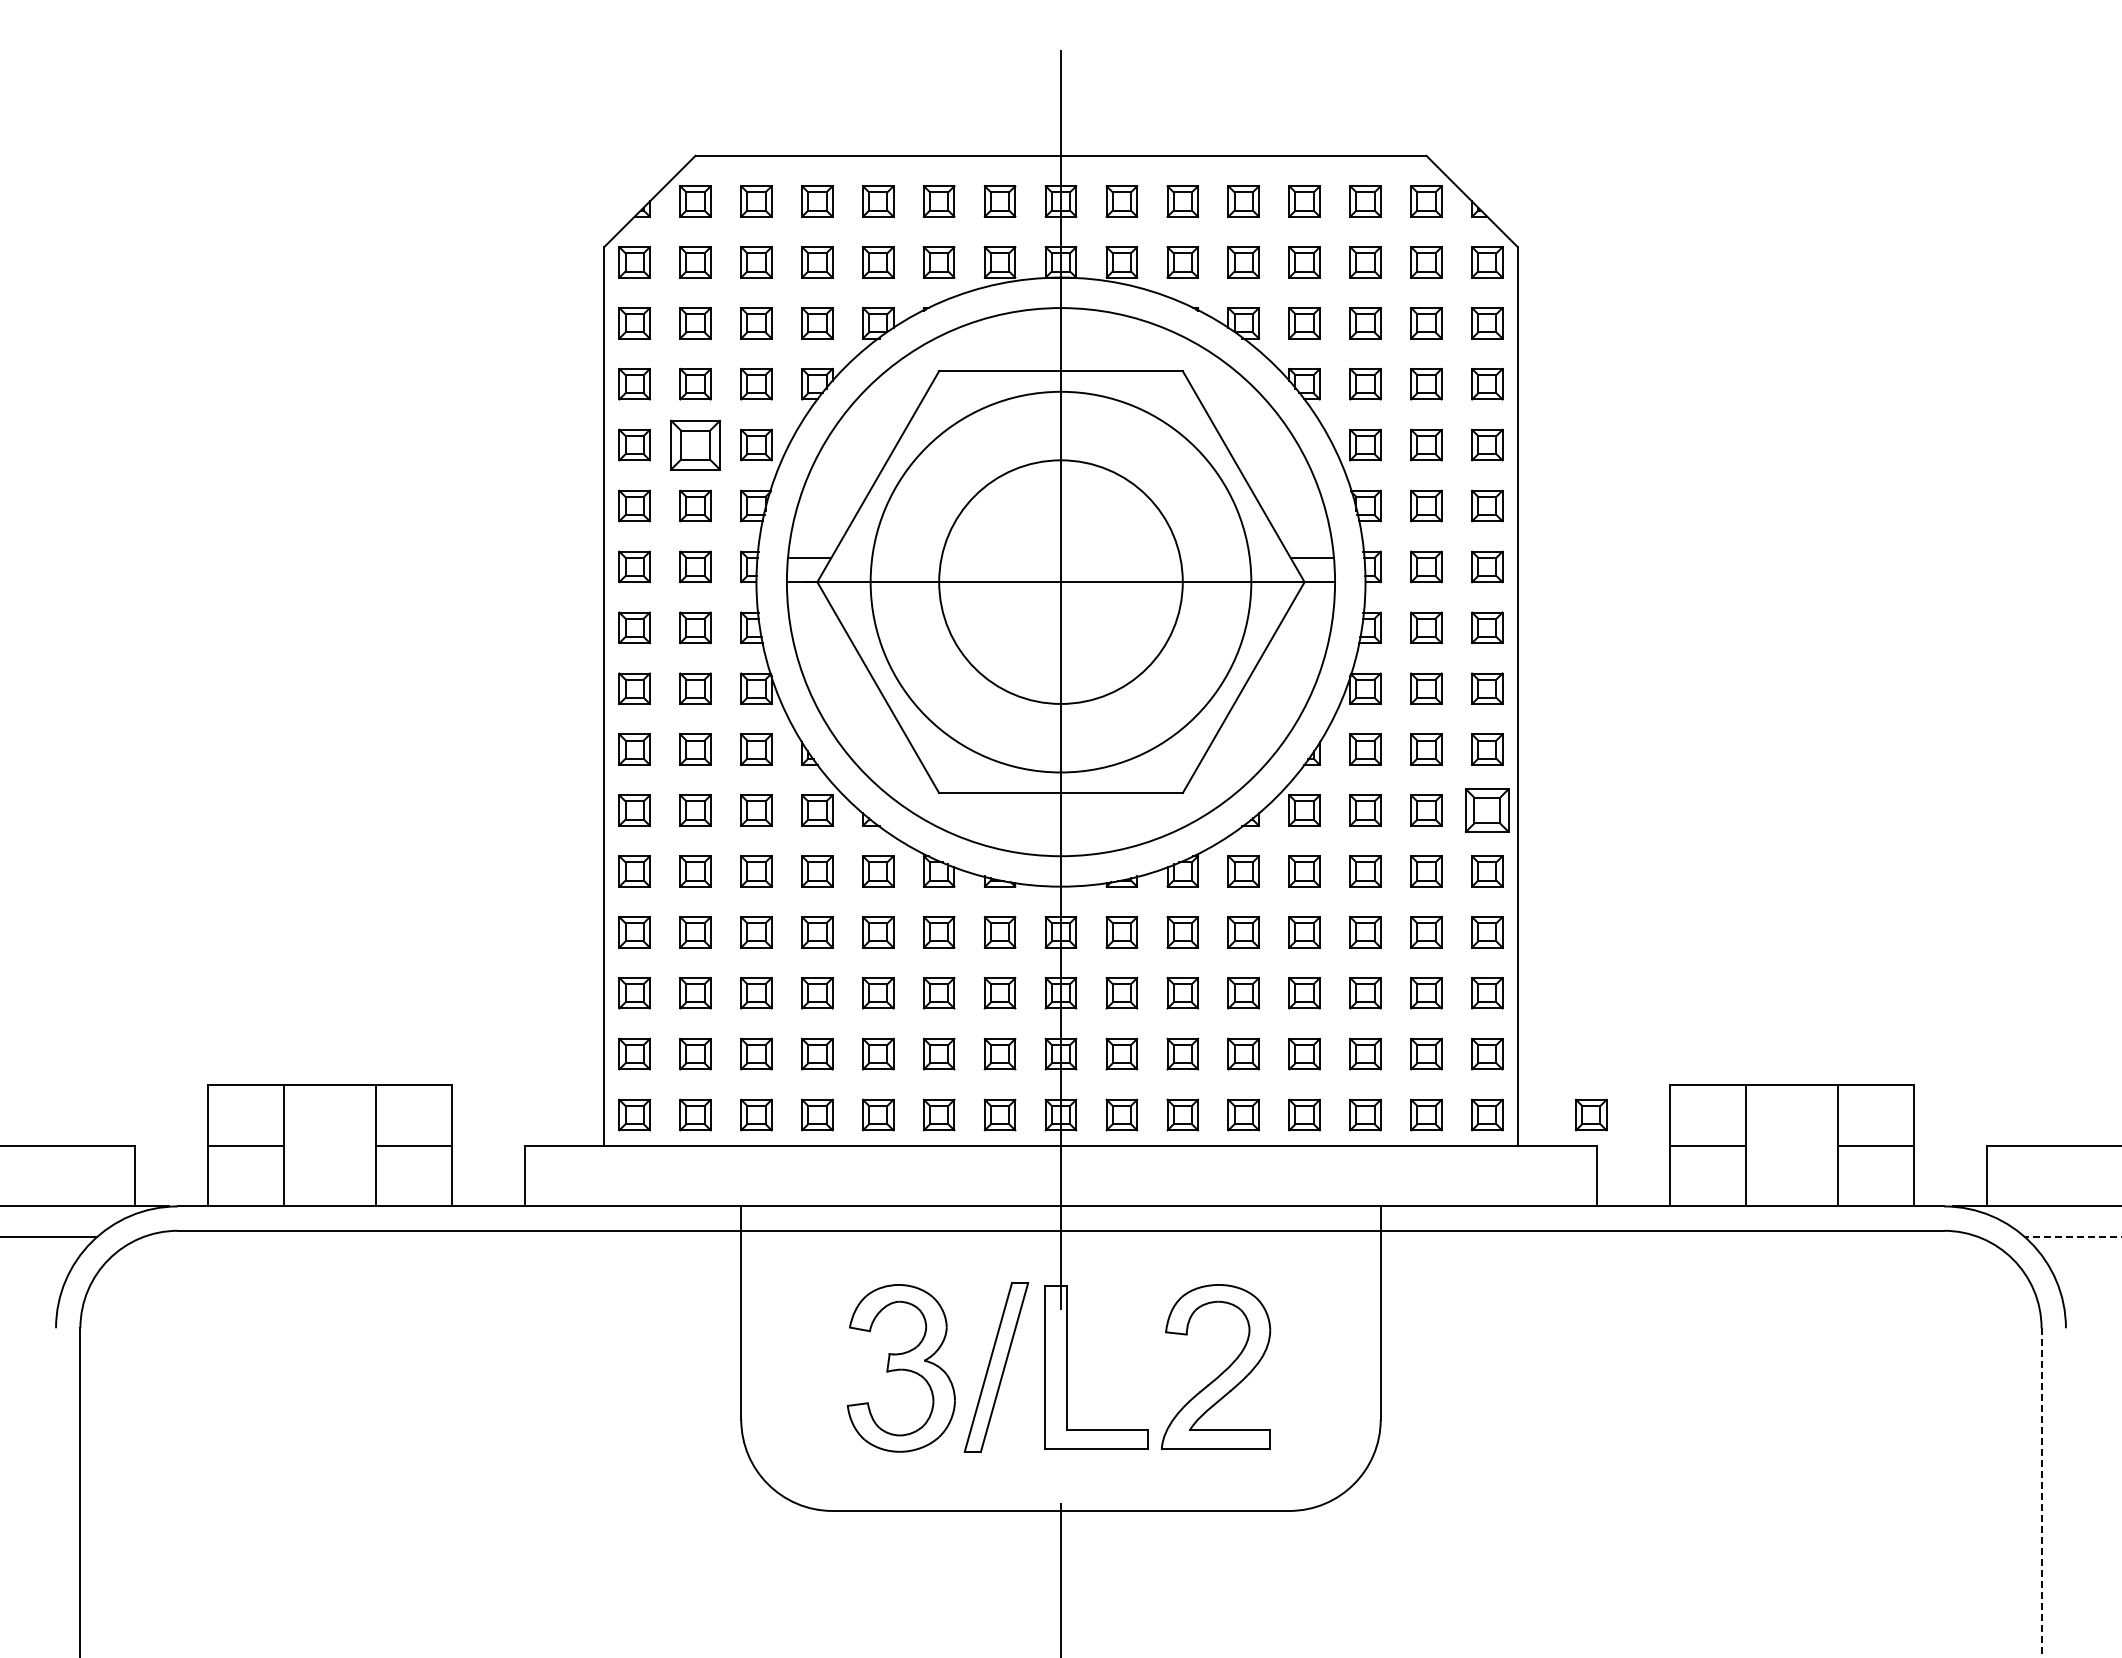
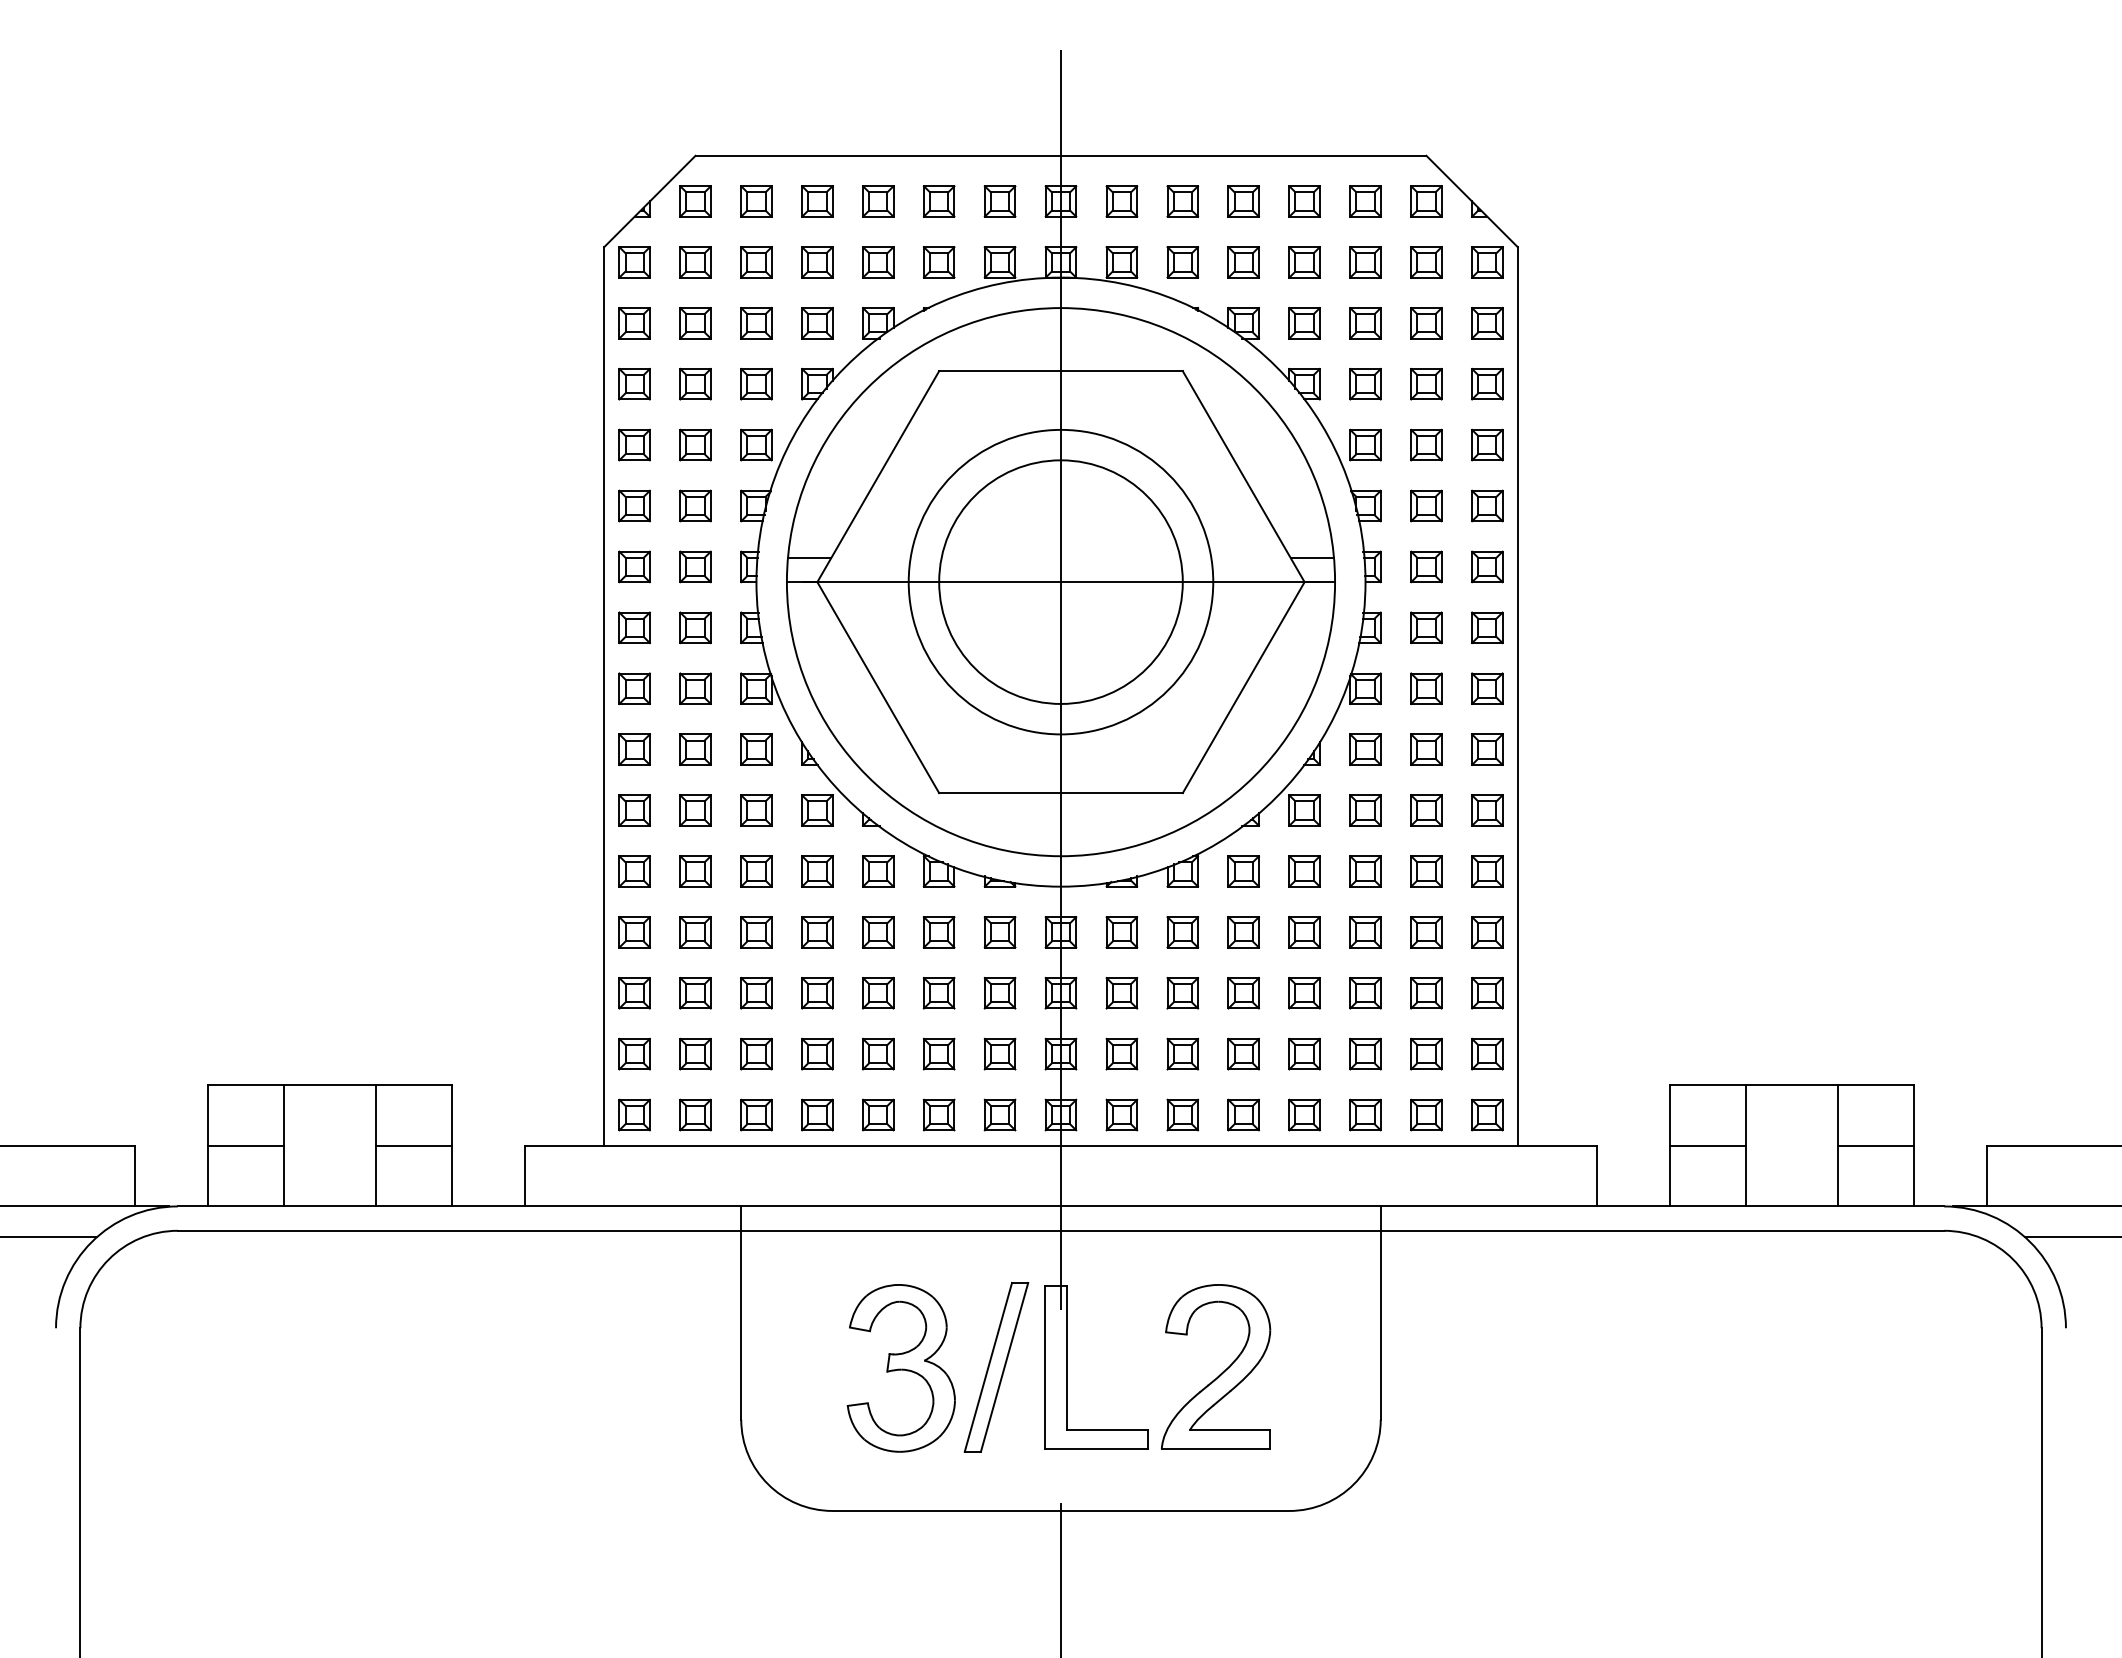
part at (695, 444) size: 51x52 px -> 33x34 px
circle at (1060, 581) diameter: 381 px -> 305 px
part at (1486, 810) size: 46x45 px -> 33x33 px
part at (1591, 1114): present -> none
line at (2072, 1236): dashed -> solid
line at (2041, 1492): dashed -> solid
